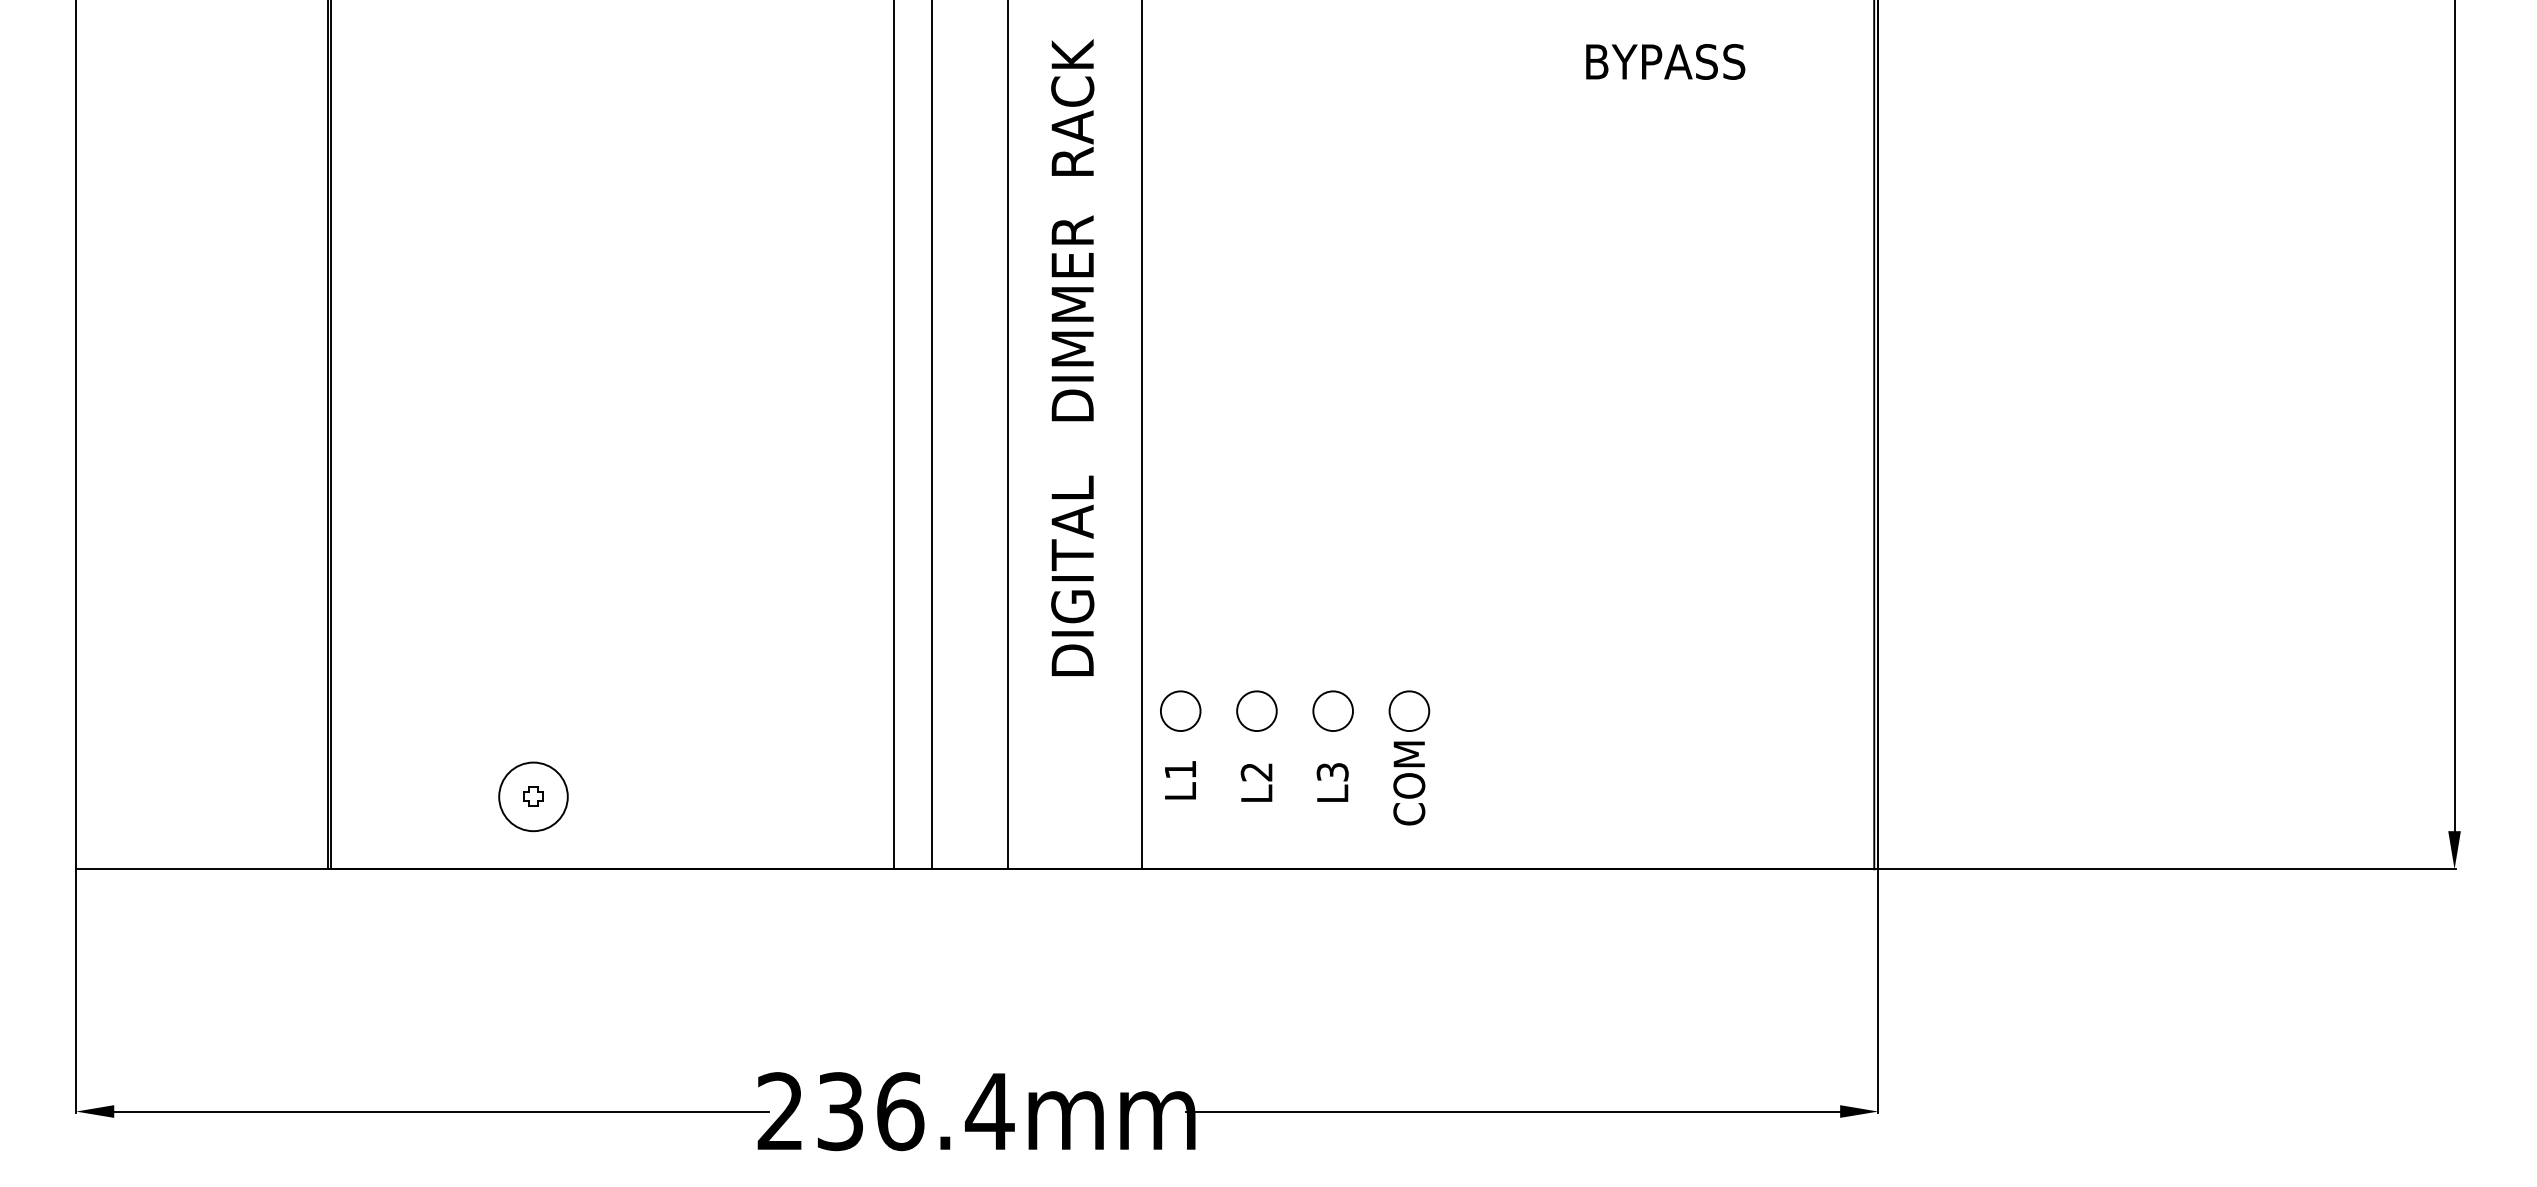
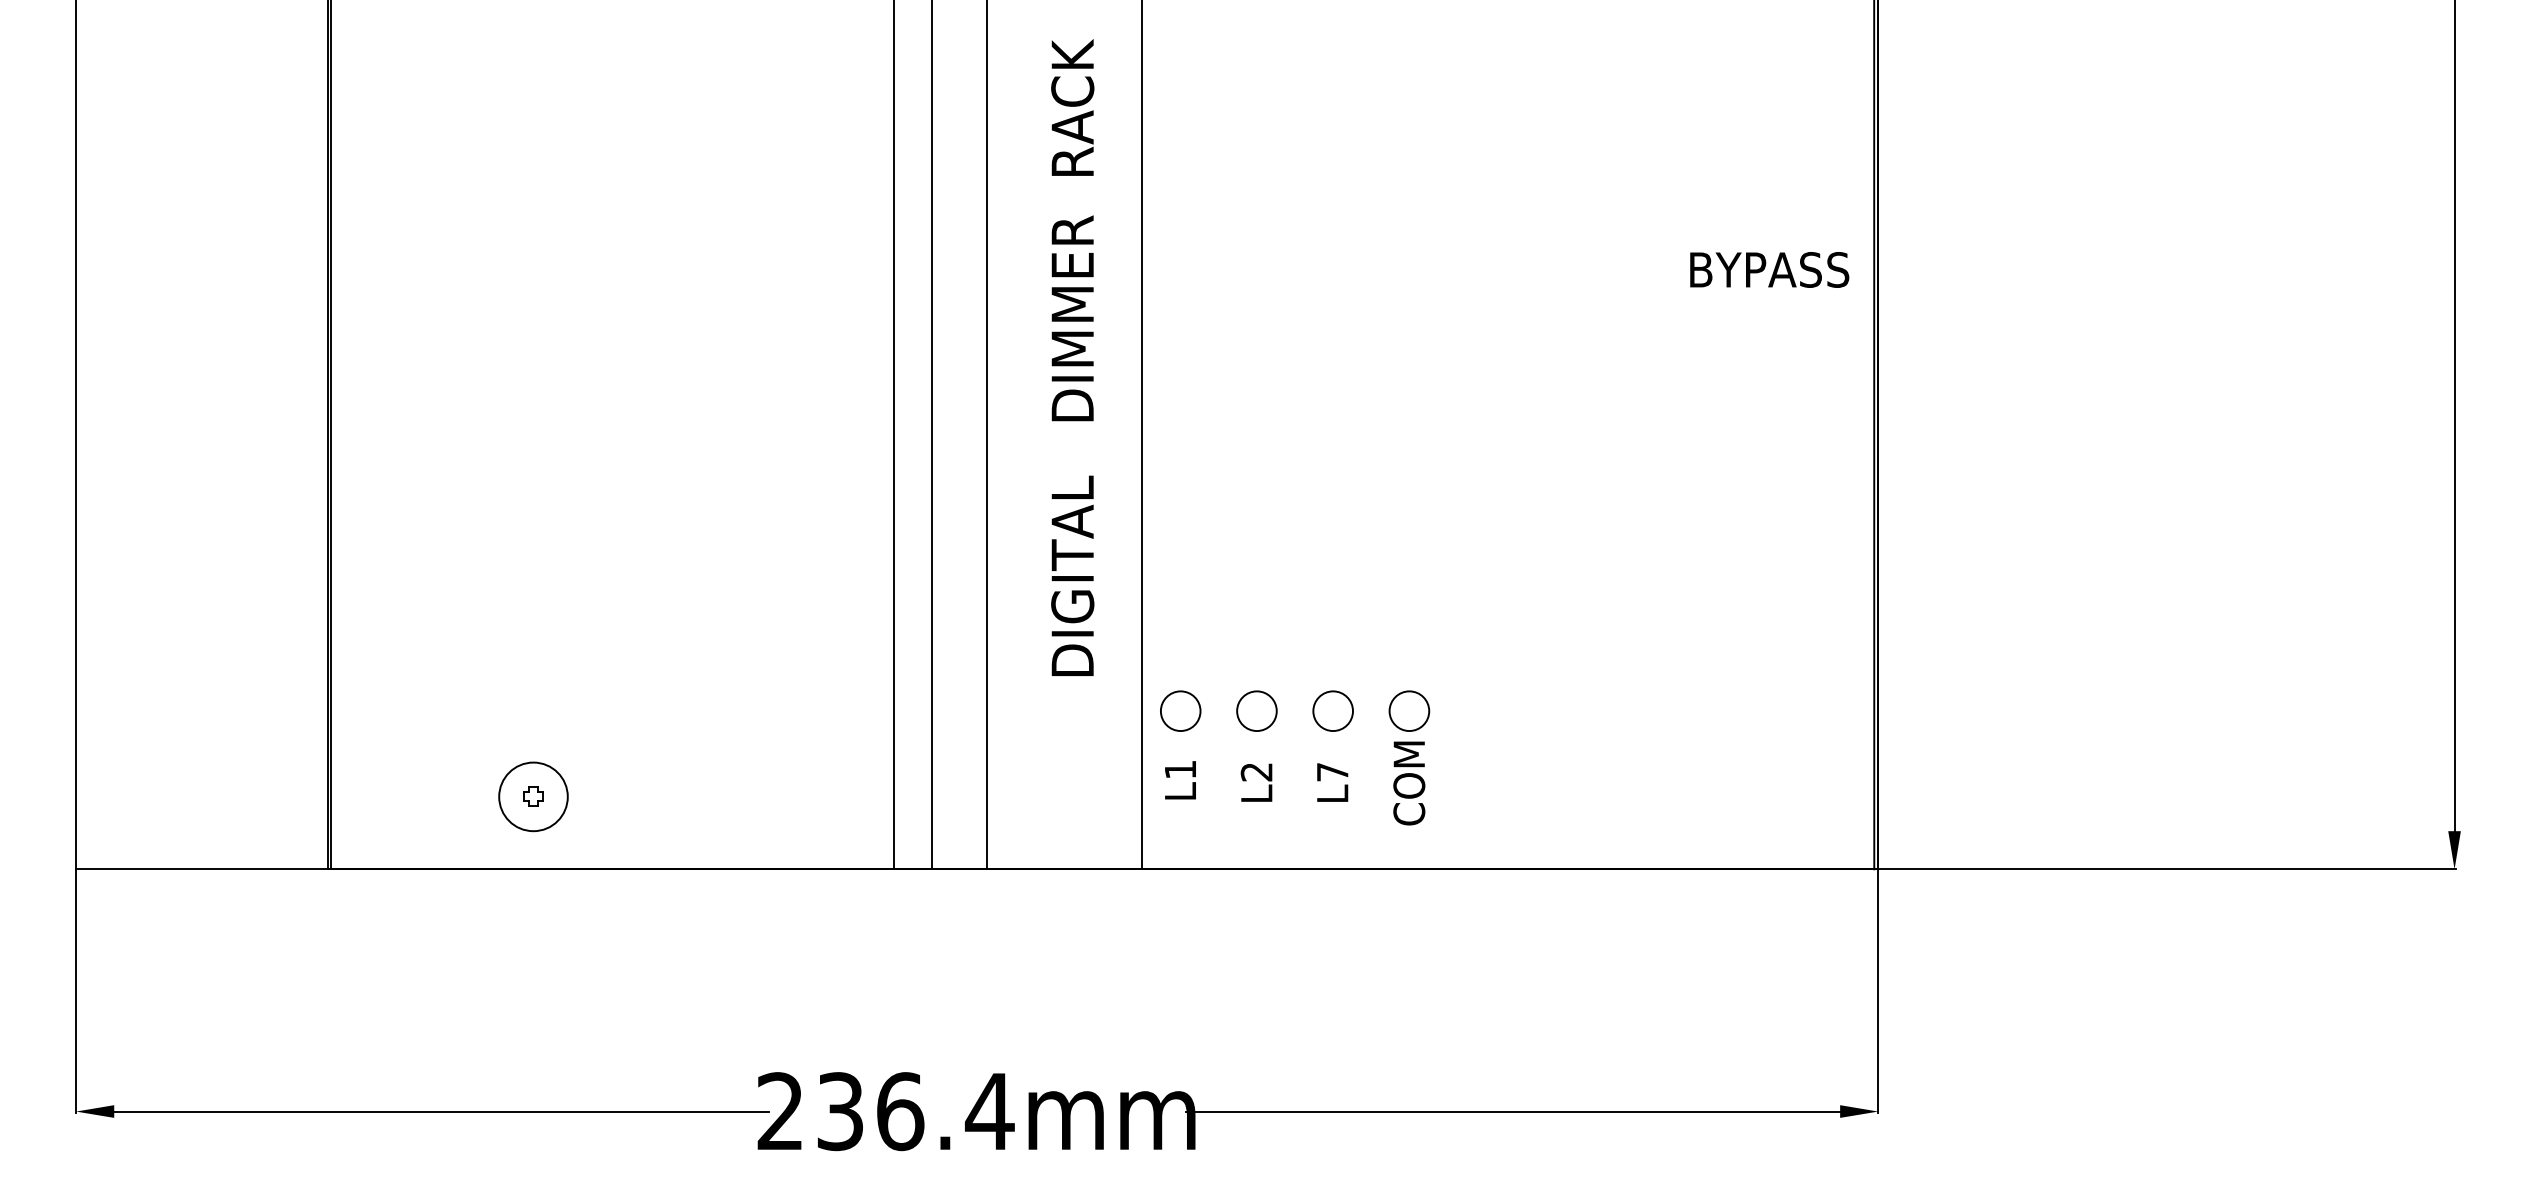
text at (1665, 61) position: (1665, 61) -> (1769, 269)
line at (1008, 435) position: (1008, 435) -> (987, 435)
text at (1332, 772): L3 -> L7
